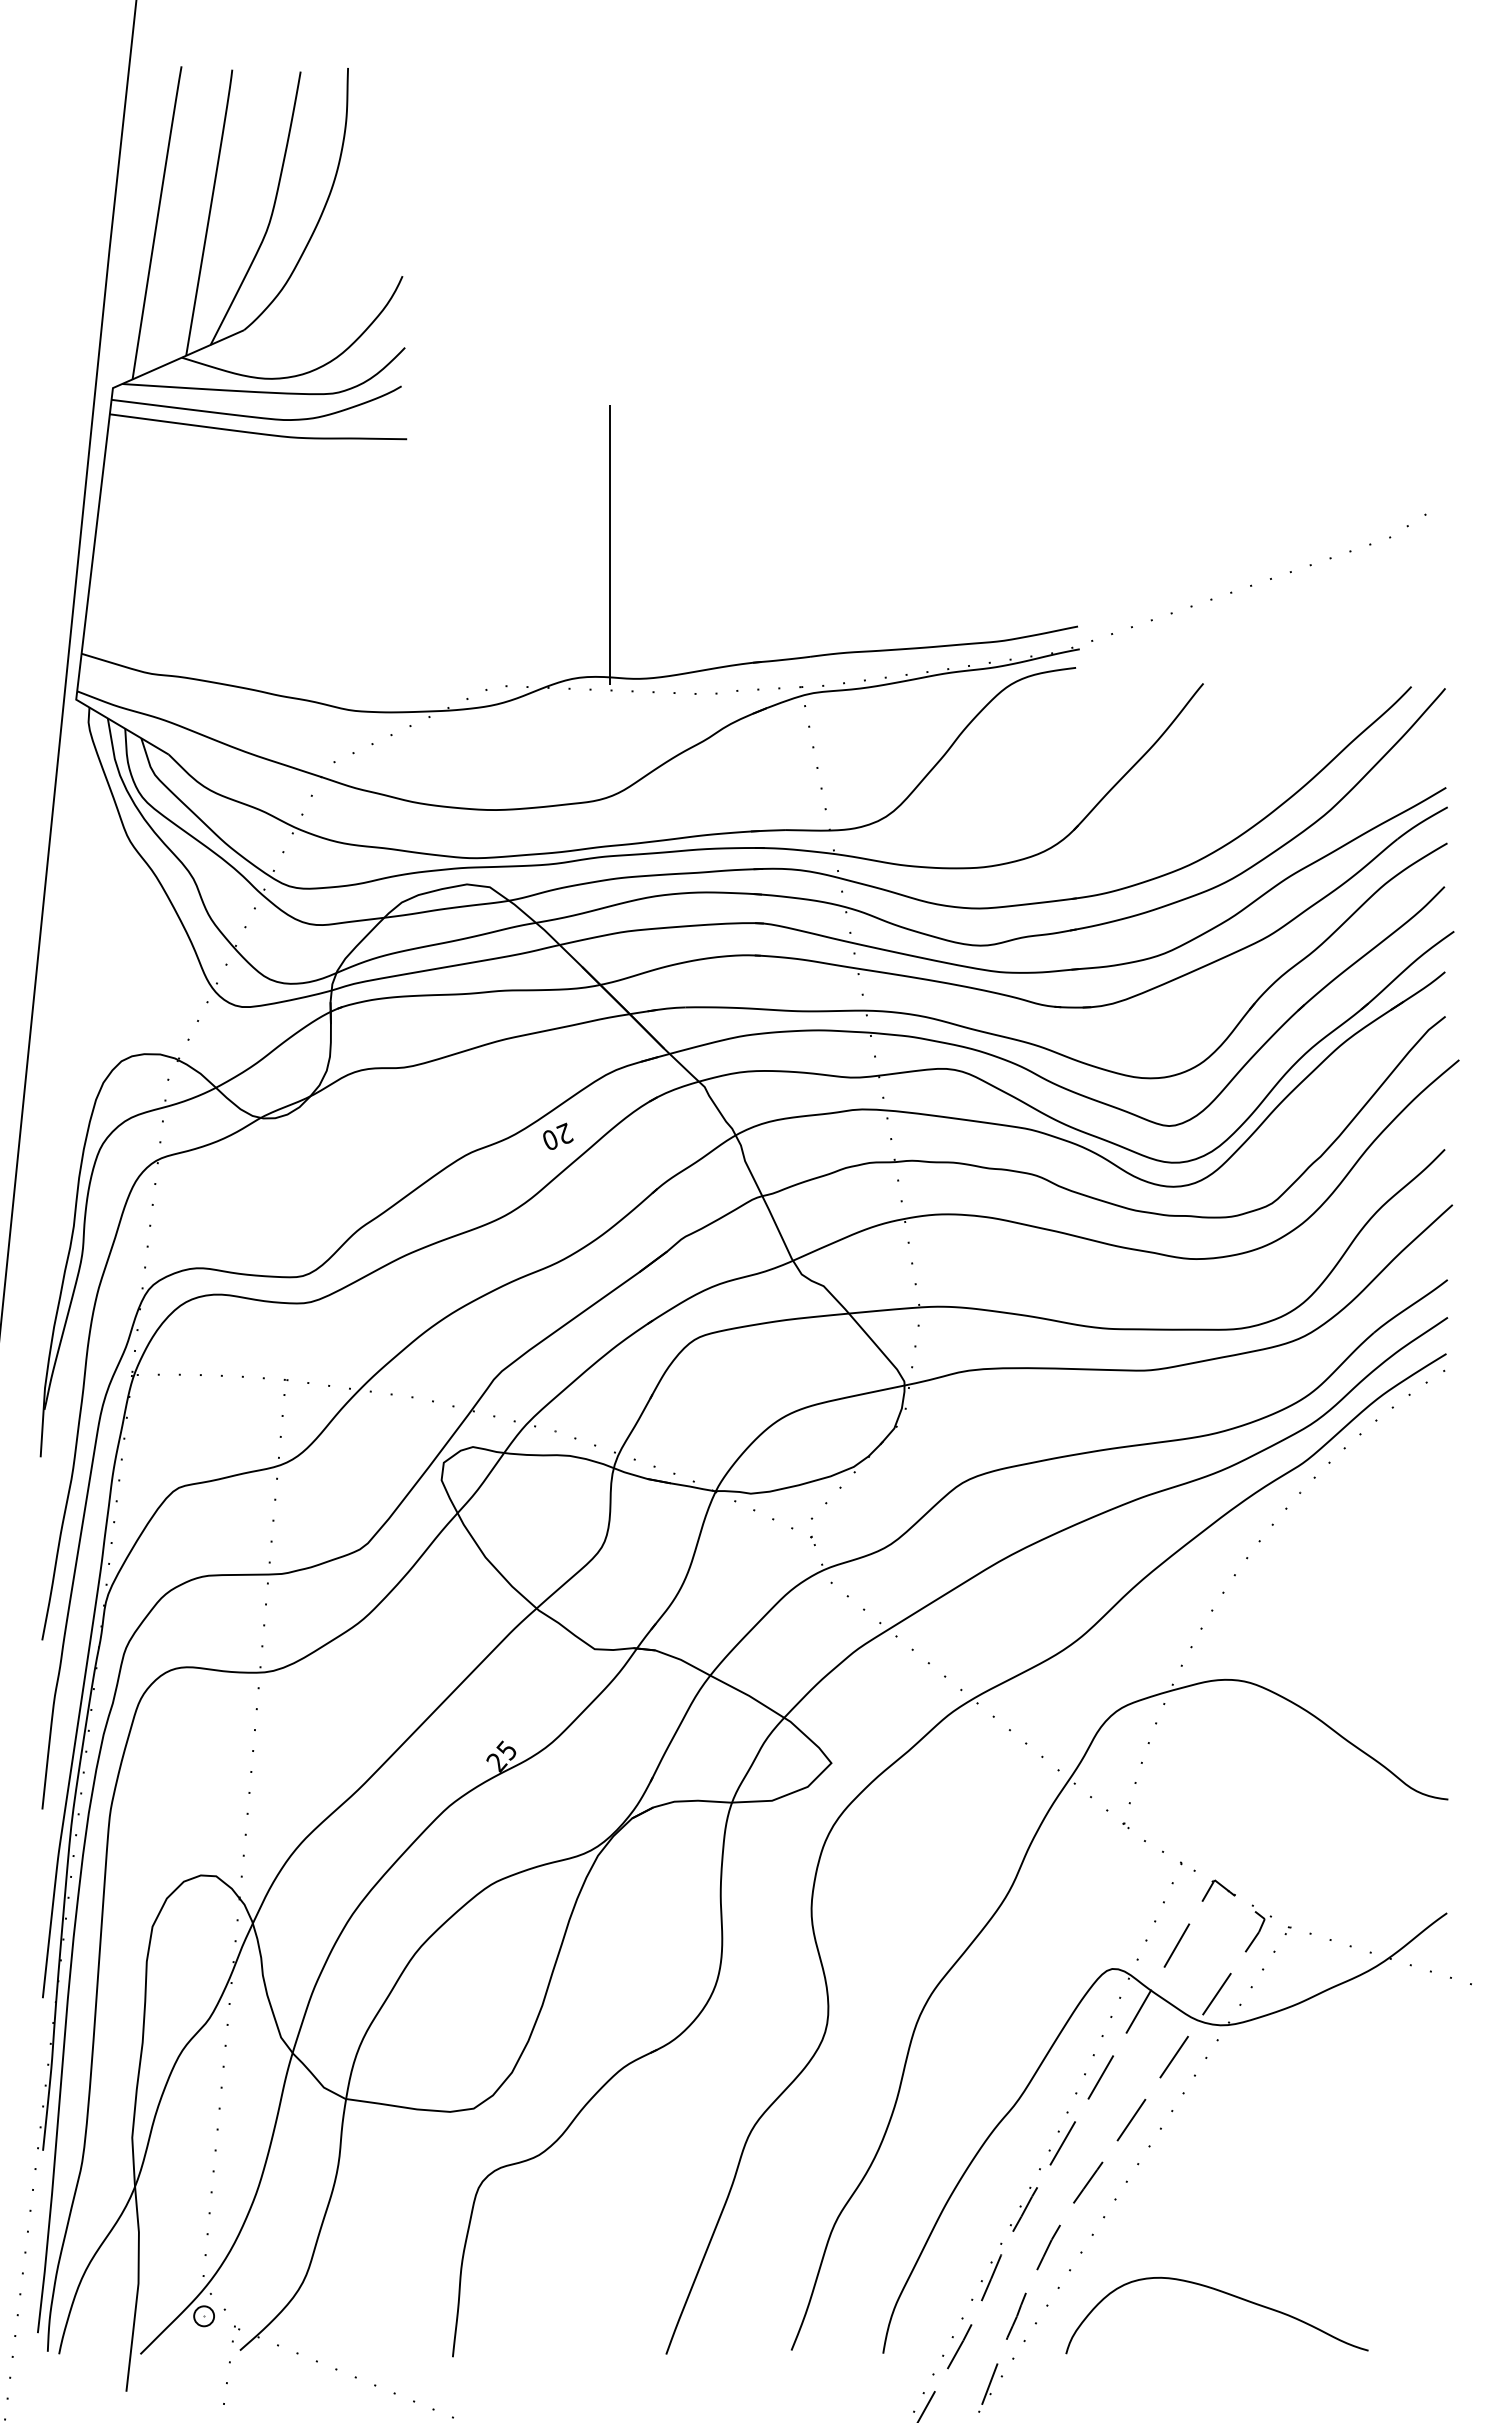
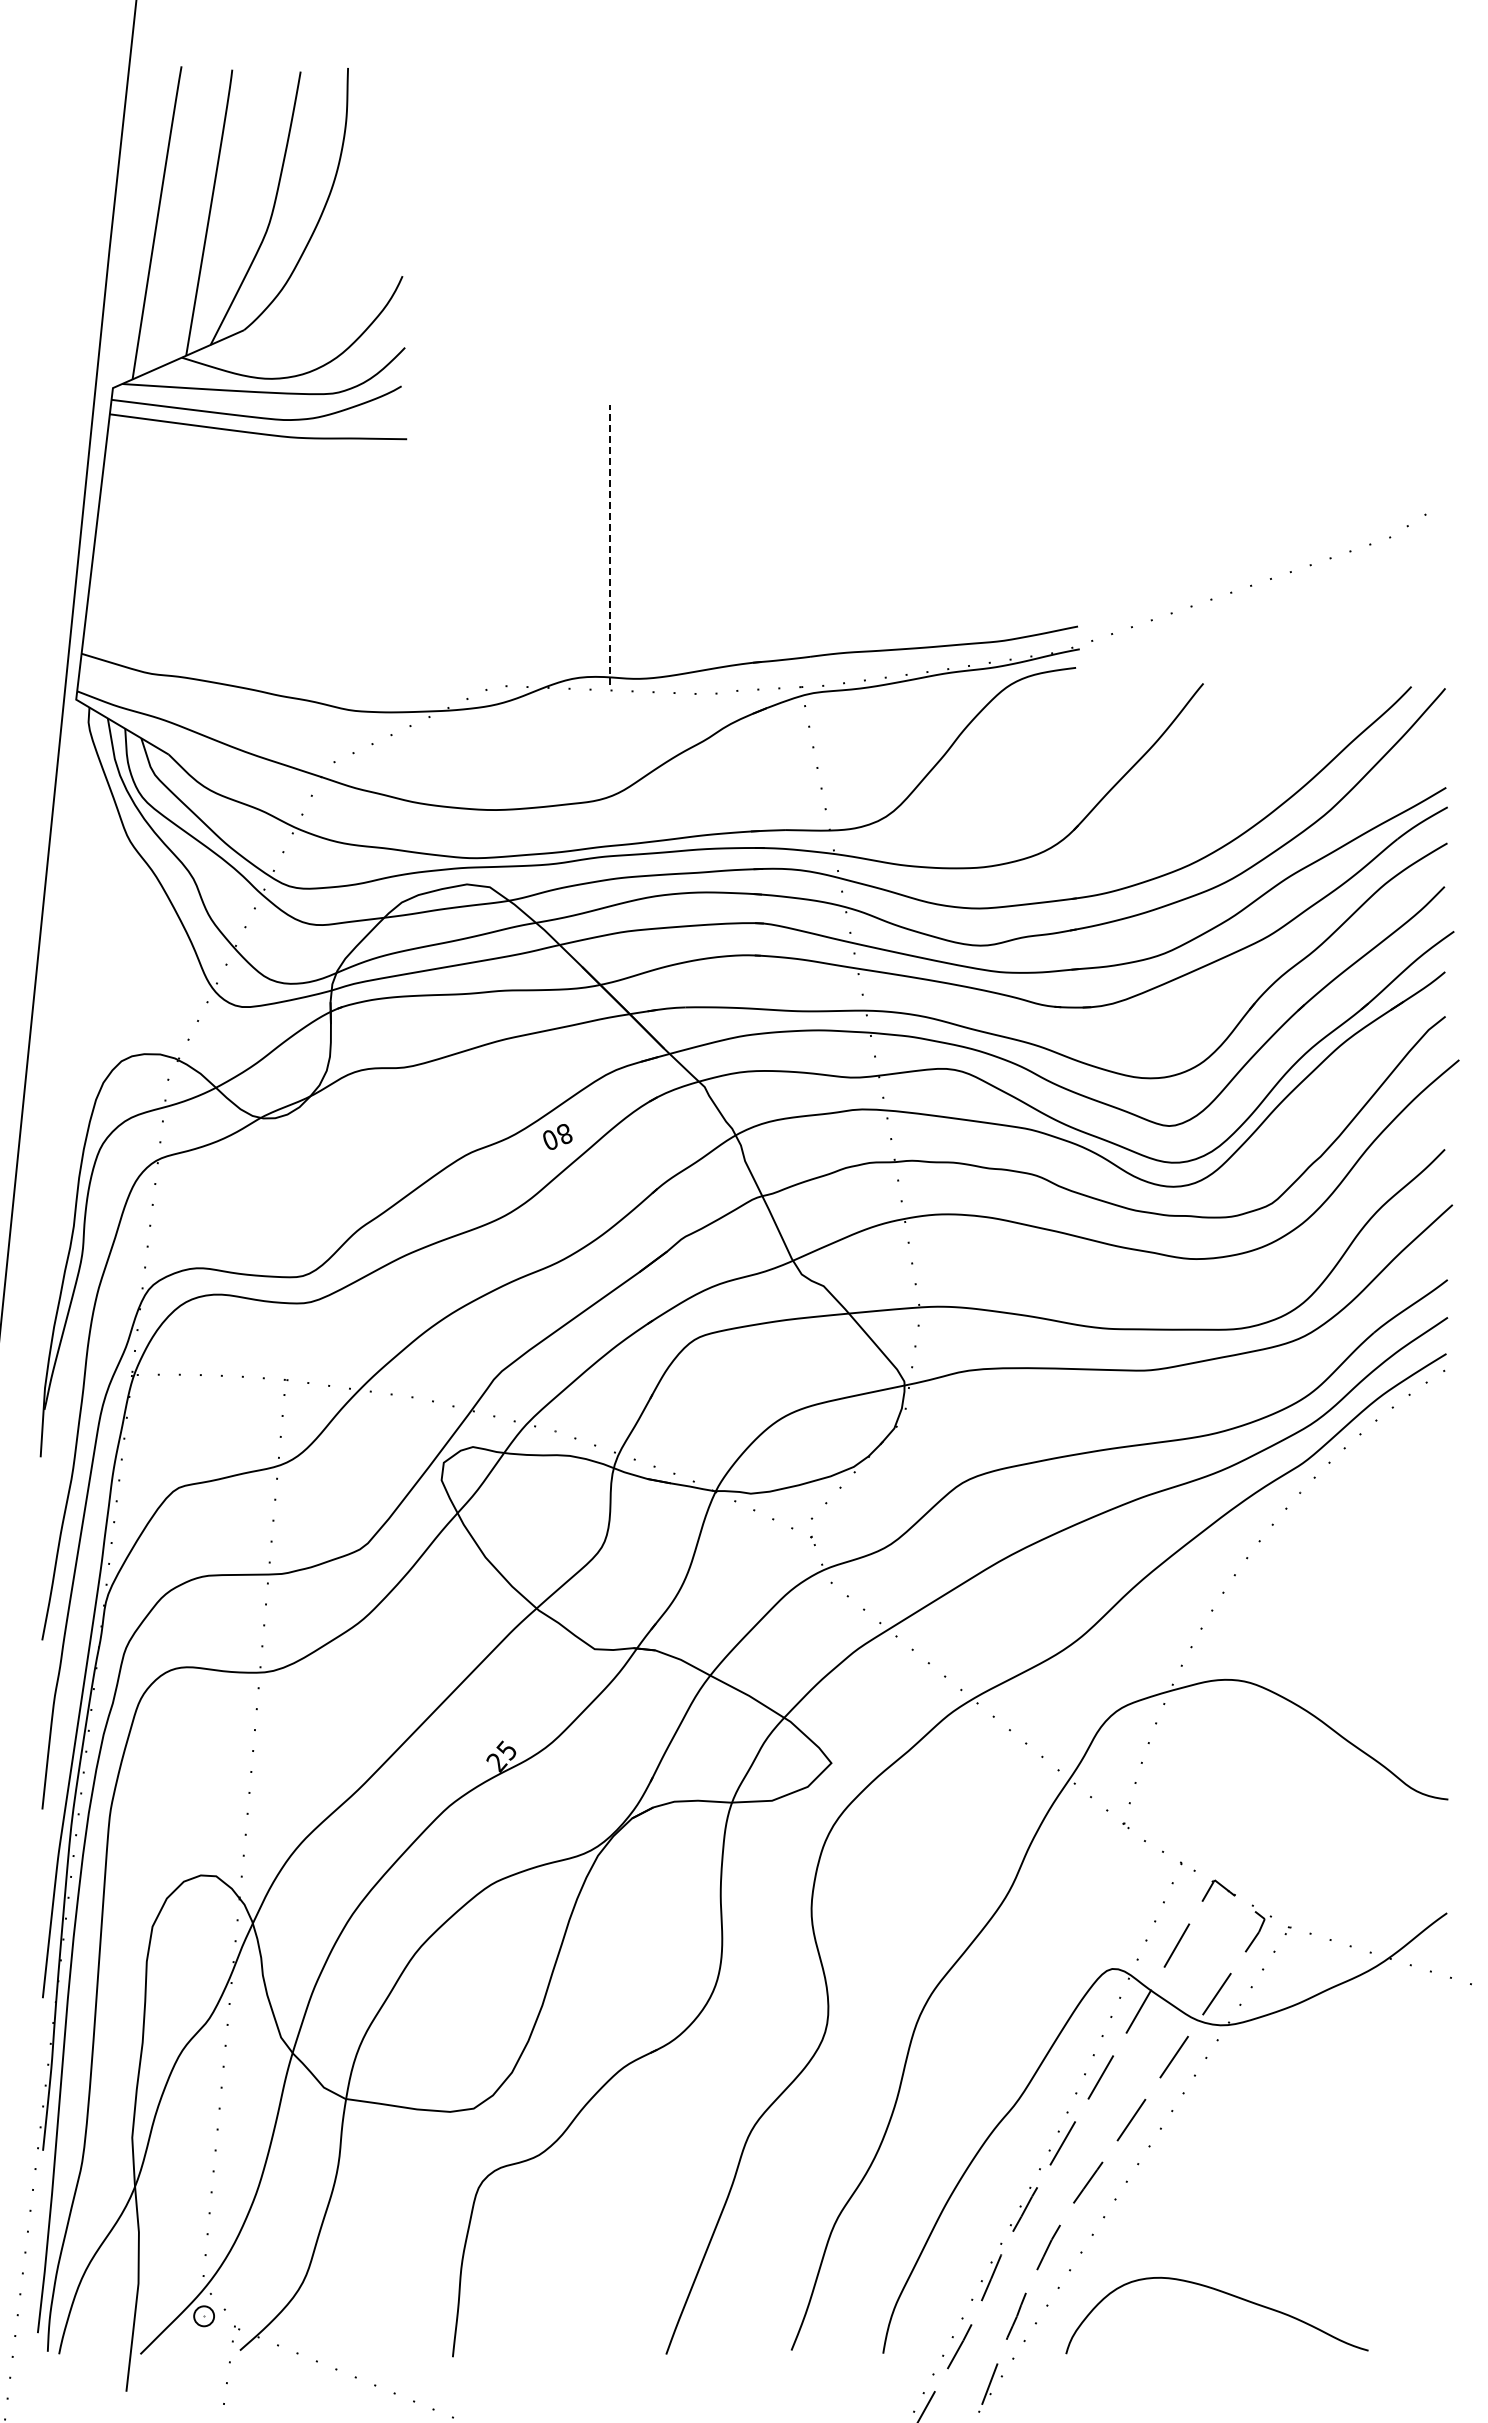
line at (610, 545): solid -> dashed
text at (564, 1133): 20 -> 80
